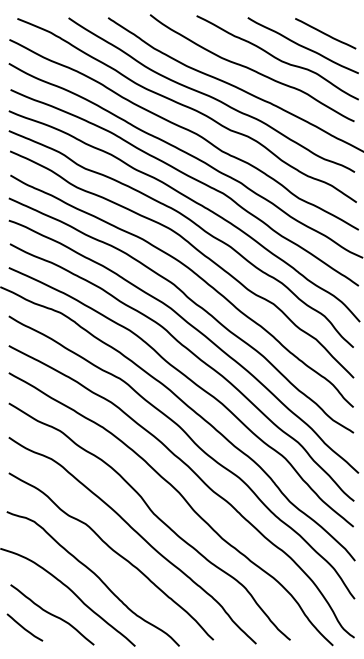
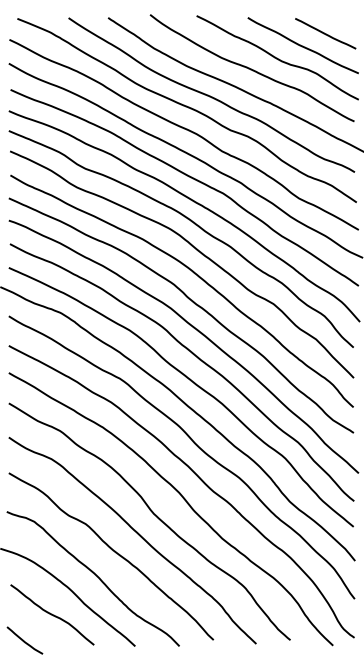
curve at (24, 627) position: (24, 627) -> (24, 640)
